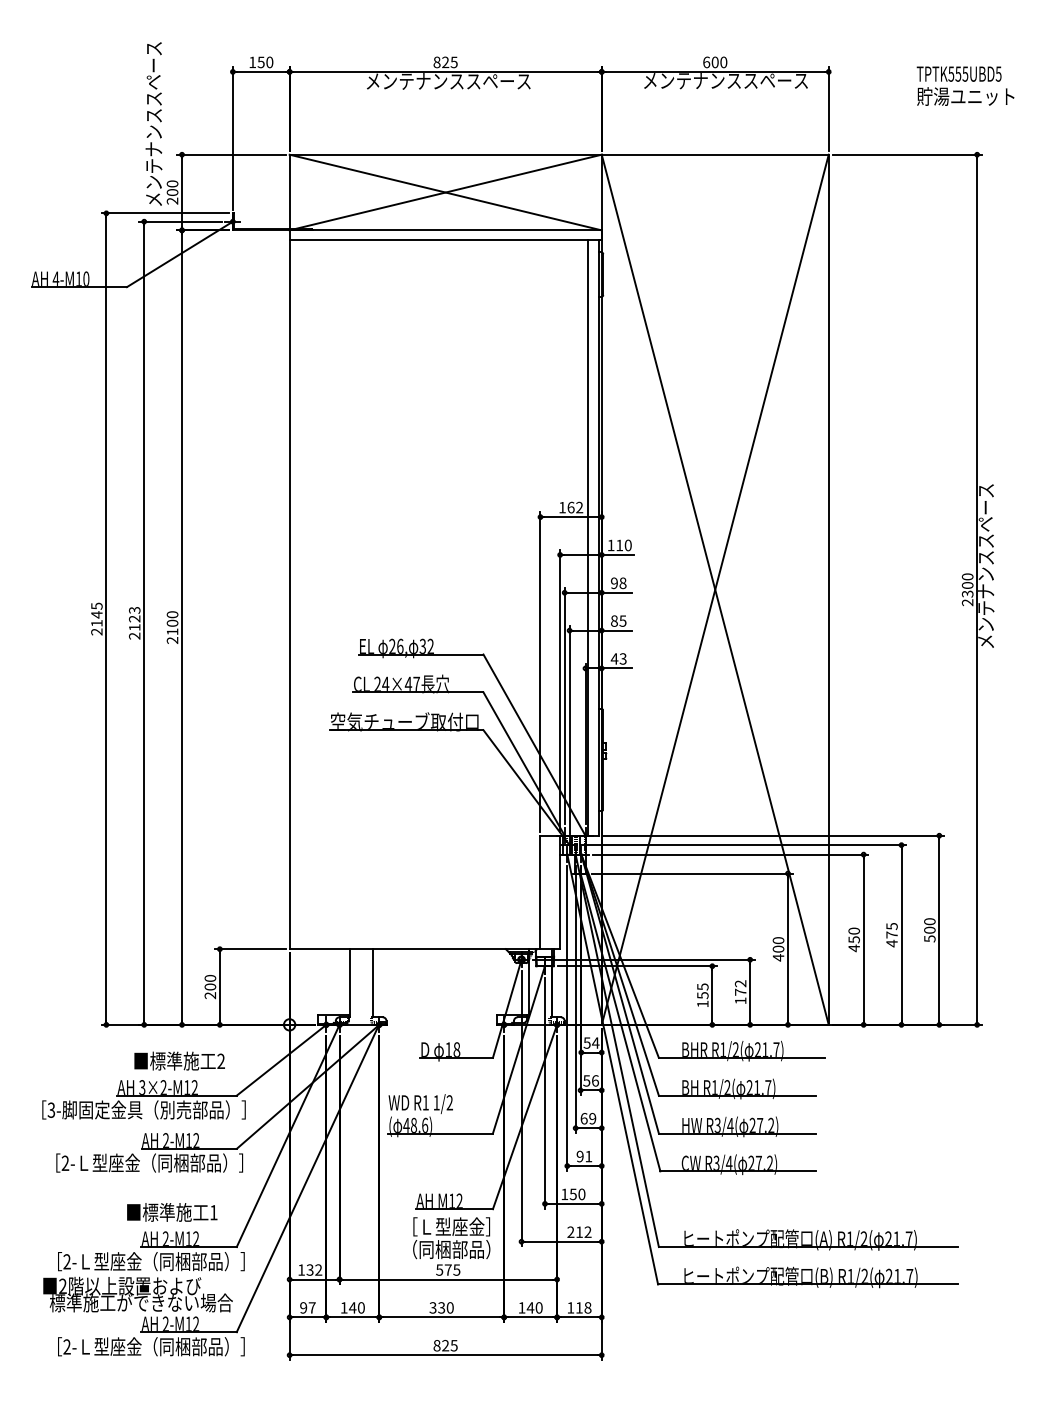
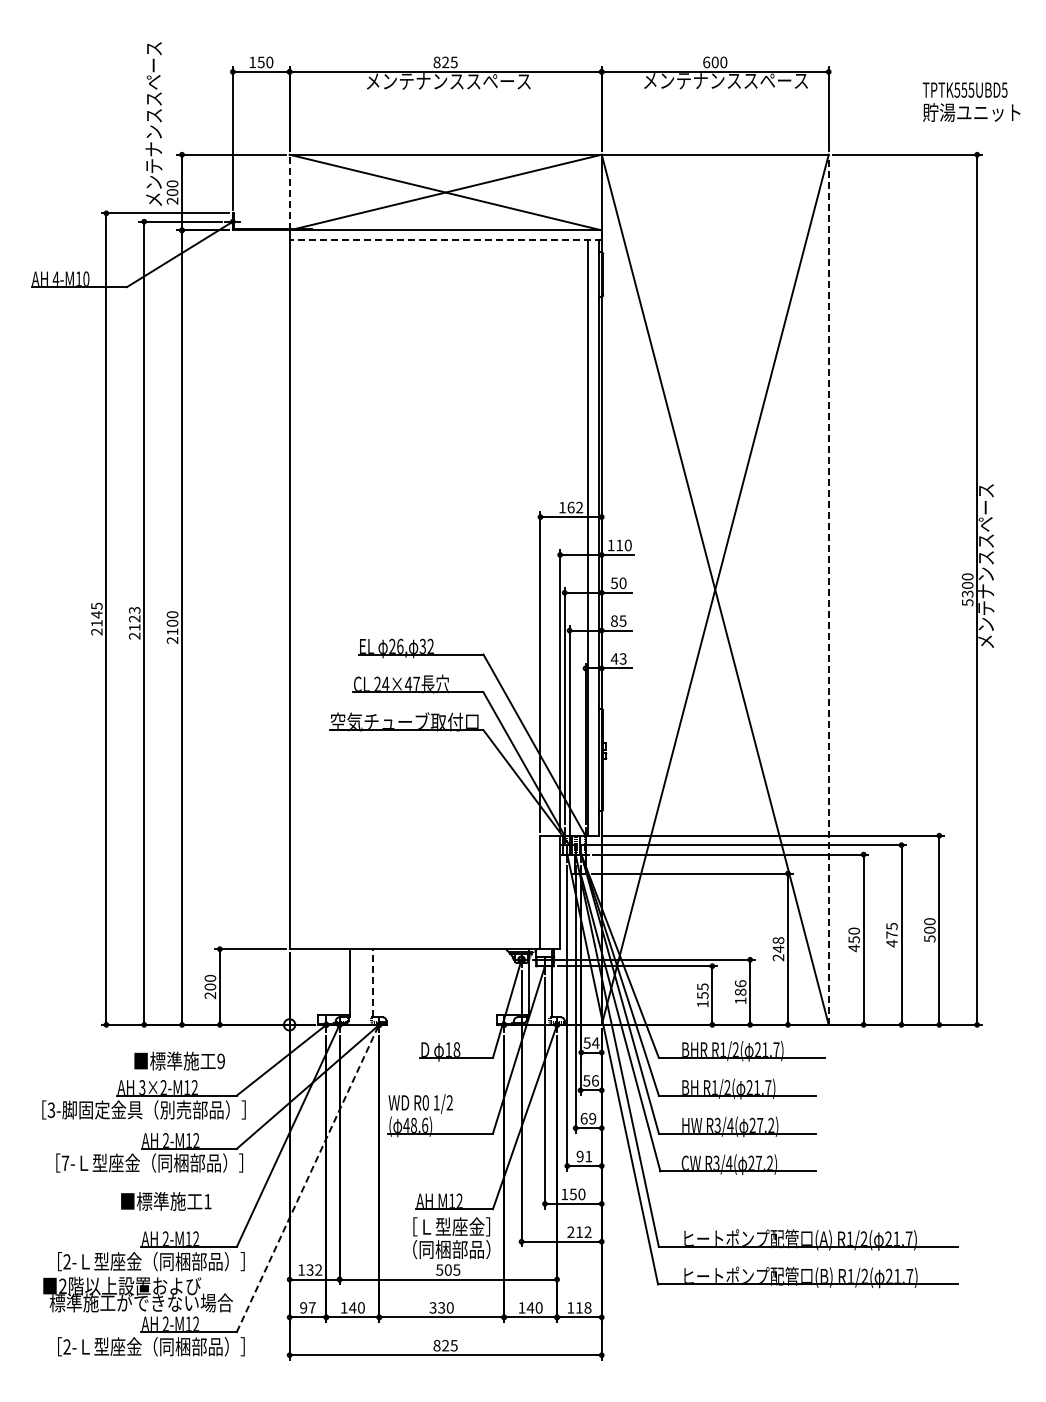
text at (965, 85) position: (965, 85) -> (971, 101)
line at (289, 192): solid -> dashed
line at (445, 240): solid -> dashed
text at (618, 582): 98 -> 50
line at (828, 589): solid -> dashed
text at (967, 602): 2300 -> 5300
text at (778, 949): 400 -> 248
line at (373, 982): solid -> dashed
text at (740, 987): 172 -> 186
text at (220, 1061): 2 -> 9
text at (425, 1102): R1 -> R0
text at (65, 1162): 2- -> 7-
line at (308, 1178): solid -> dashed
text at (172, 1212) position: (172, 1212) -> (166, 1201)
text at (447, 1269): 575 -> 505
